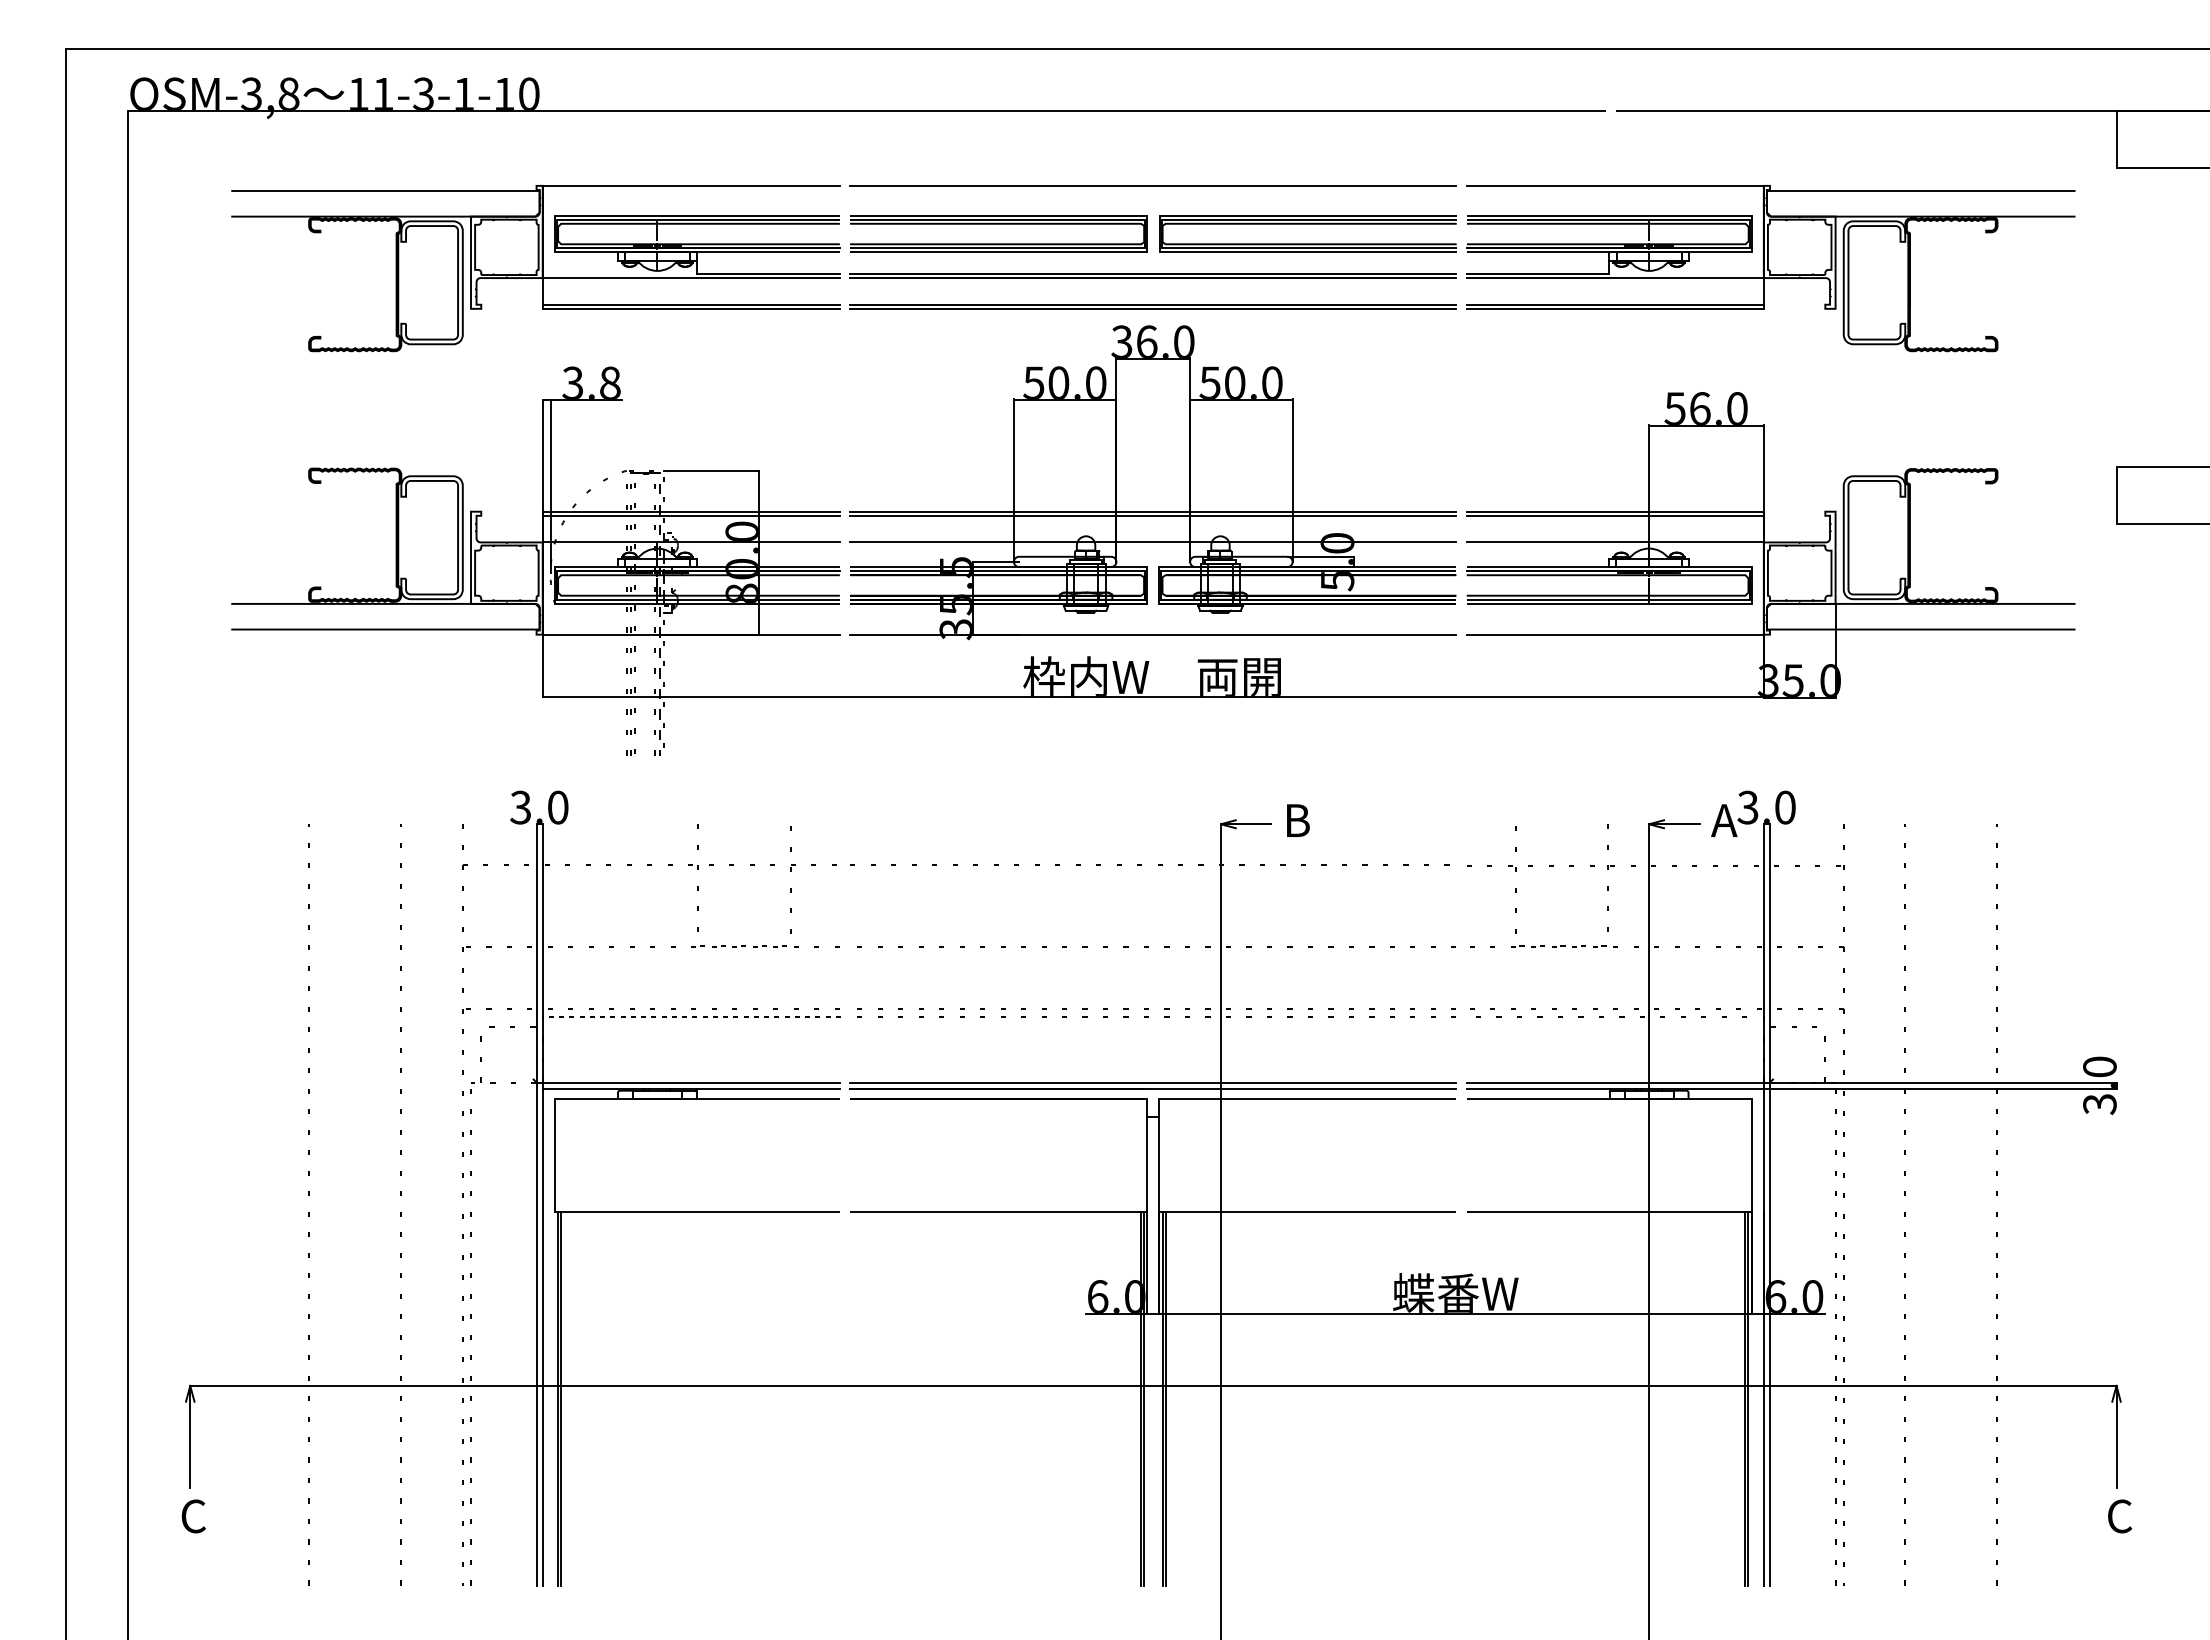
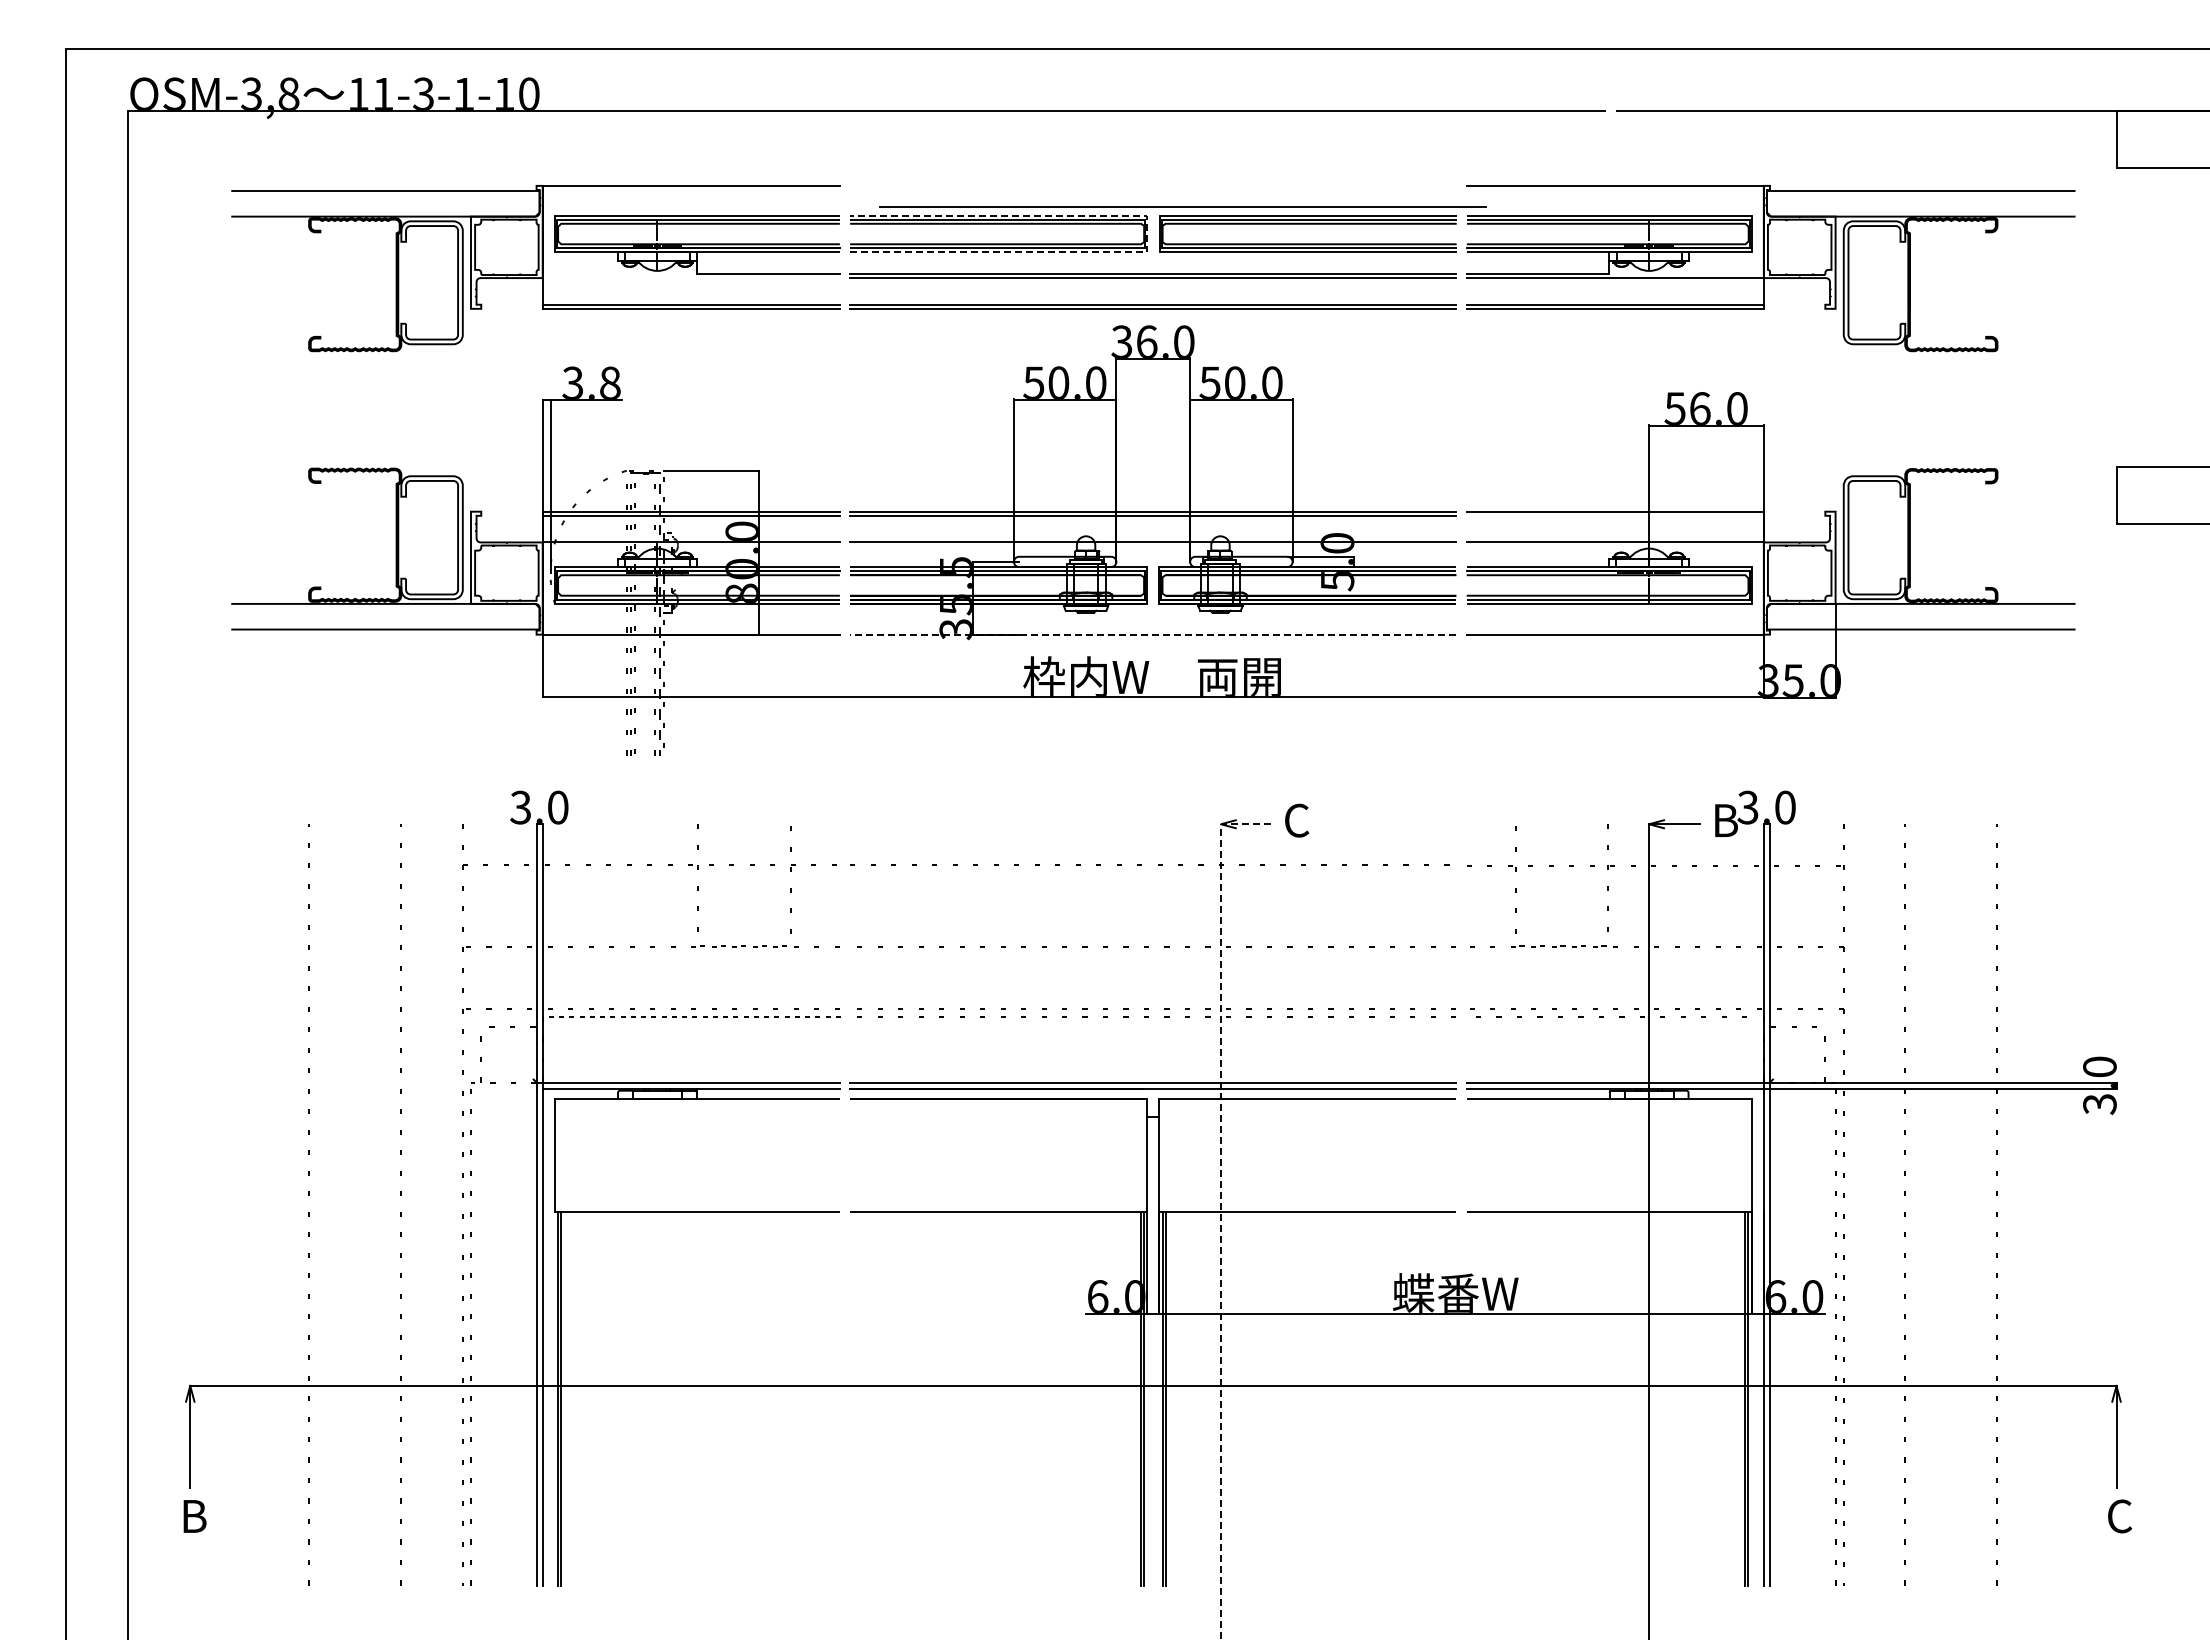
line at (1152, 185) position: (1152, 185) -> (1182, 206)
line at (1147, 233): solid -> dashed
line at (690, 278): present -> none
line at (1614, 515): present -> none
line at (1152, 634): solid -> dashed
text at (1297, 820): B -> C
text at (1724, 820): A -> B
line at (1220, 1205): solid -> dashed
text at (193, 1516): C -> B
